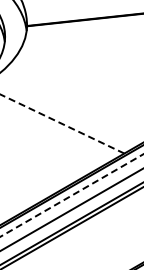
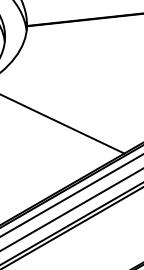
line at (62, 123): dashed -> solid
line at (71, 195): dashed -> solid
